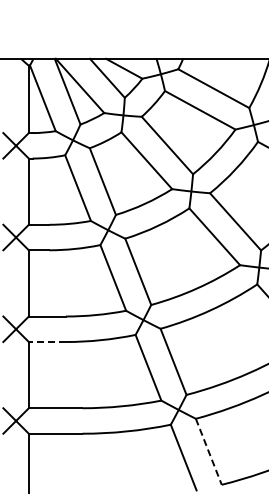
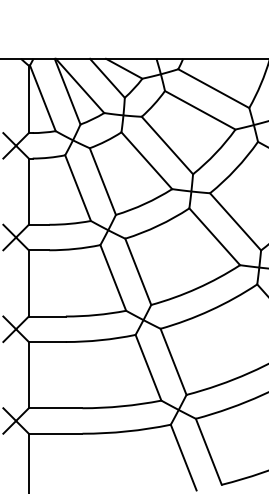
line at (47, 342): dashed -> solid
line at (209, 452): dashed -> solid
